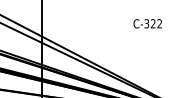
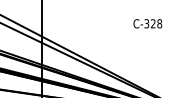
text at (159, 23): C-322 -> C-328
